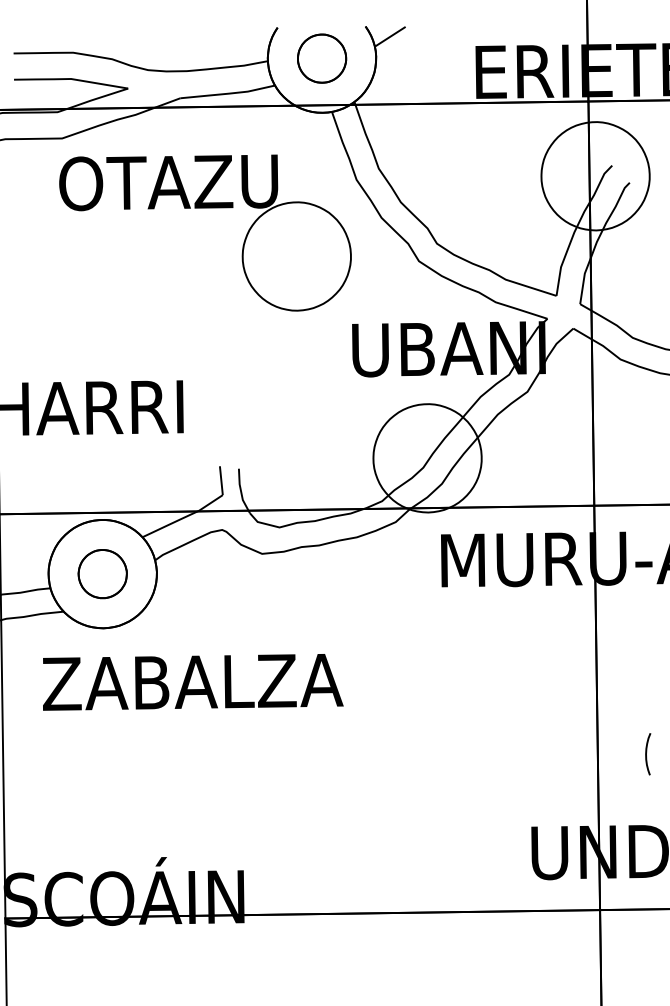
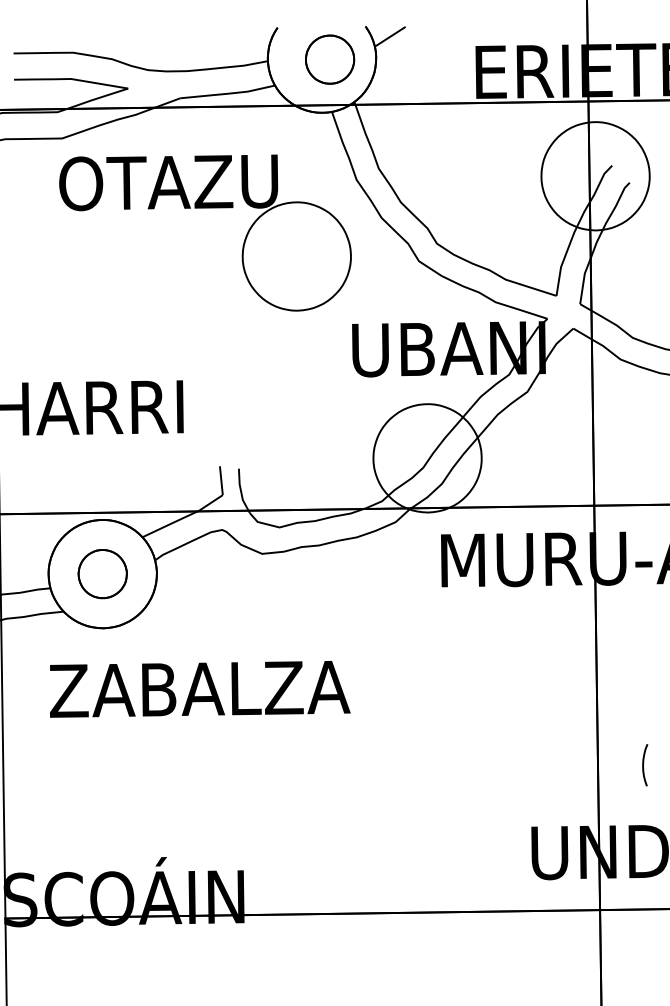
part at (322, 58) position: (322, 58) -> (330, 59)
text at (193, 682) position: (193, 682) -> (200, 689)
curve at (646, 754) position: (646, 754) -> (643, 765)
